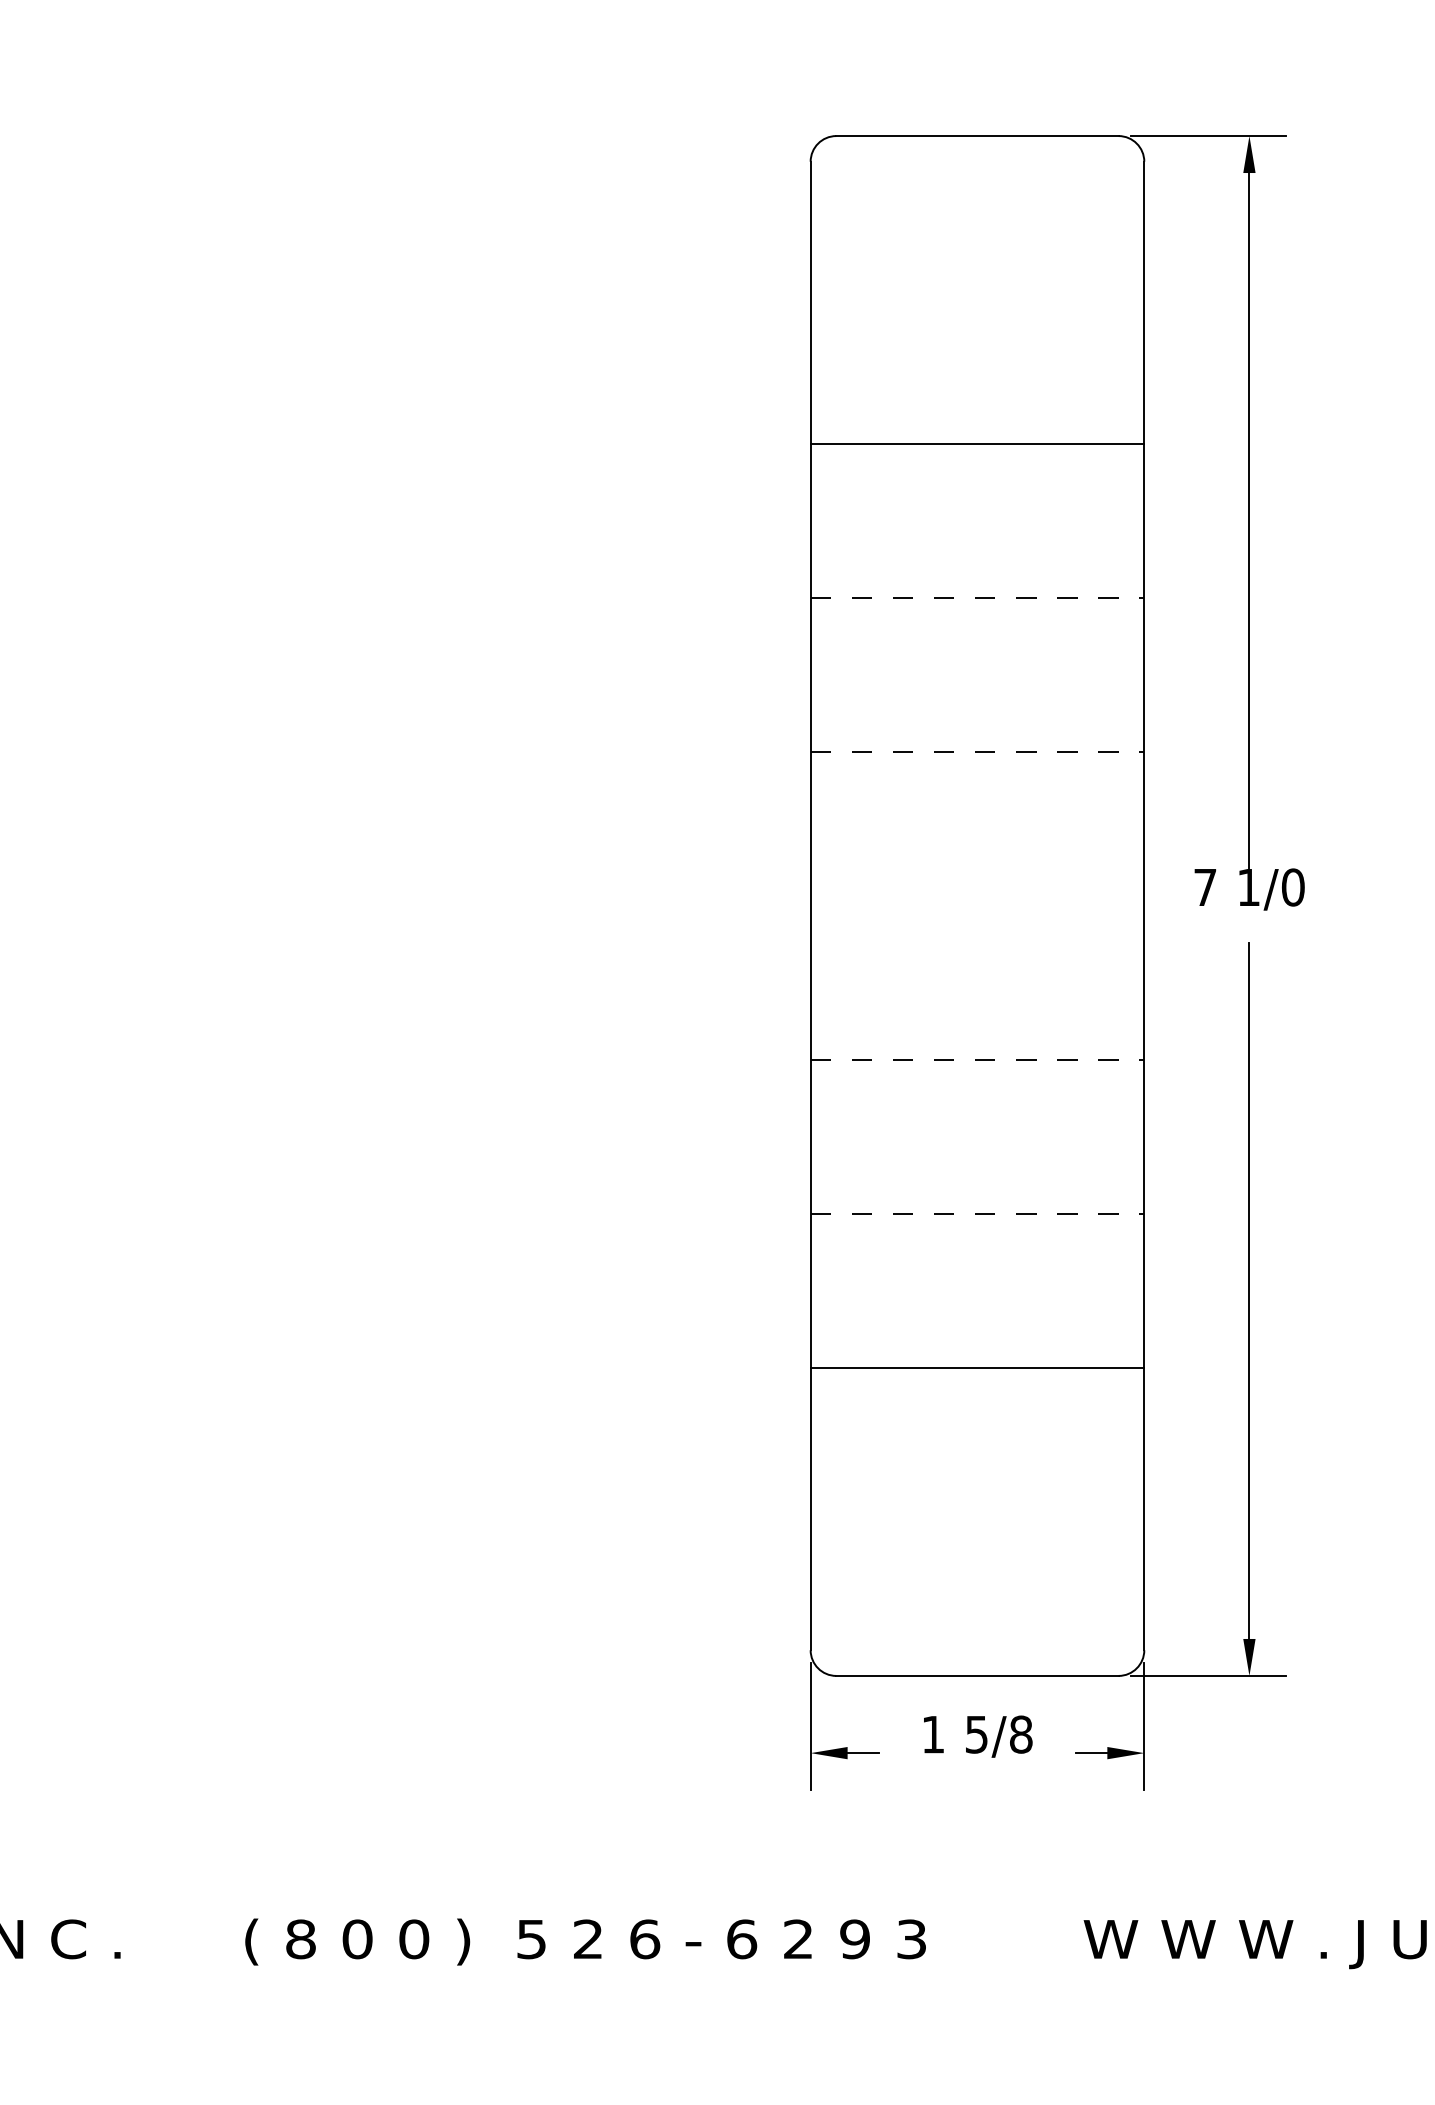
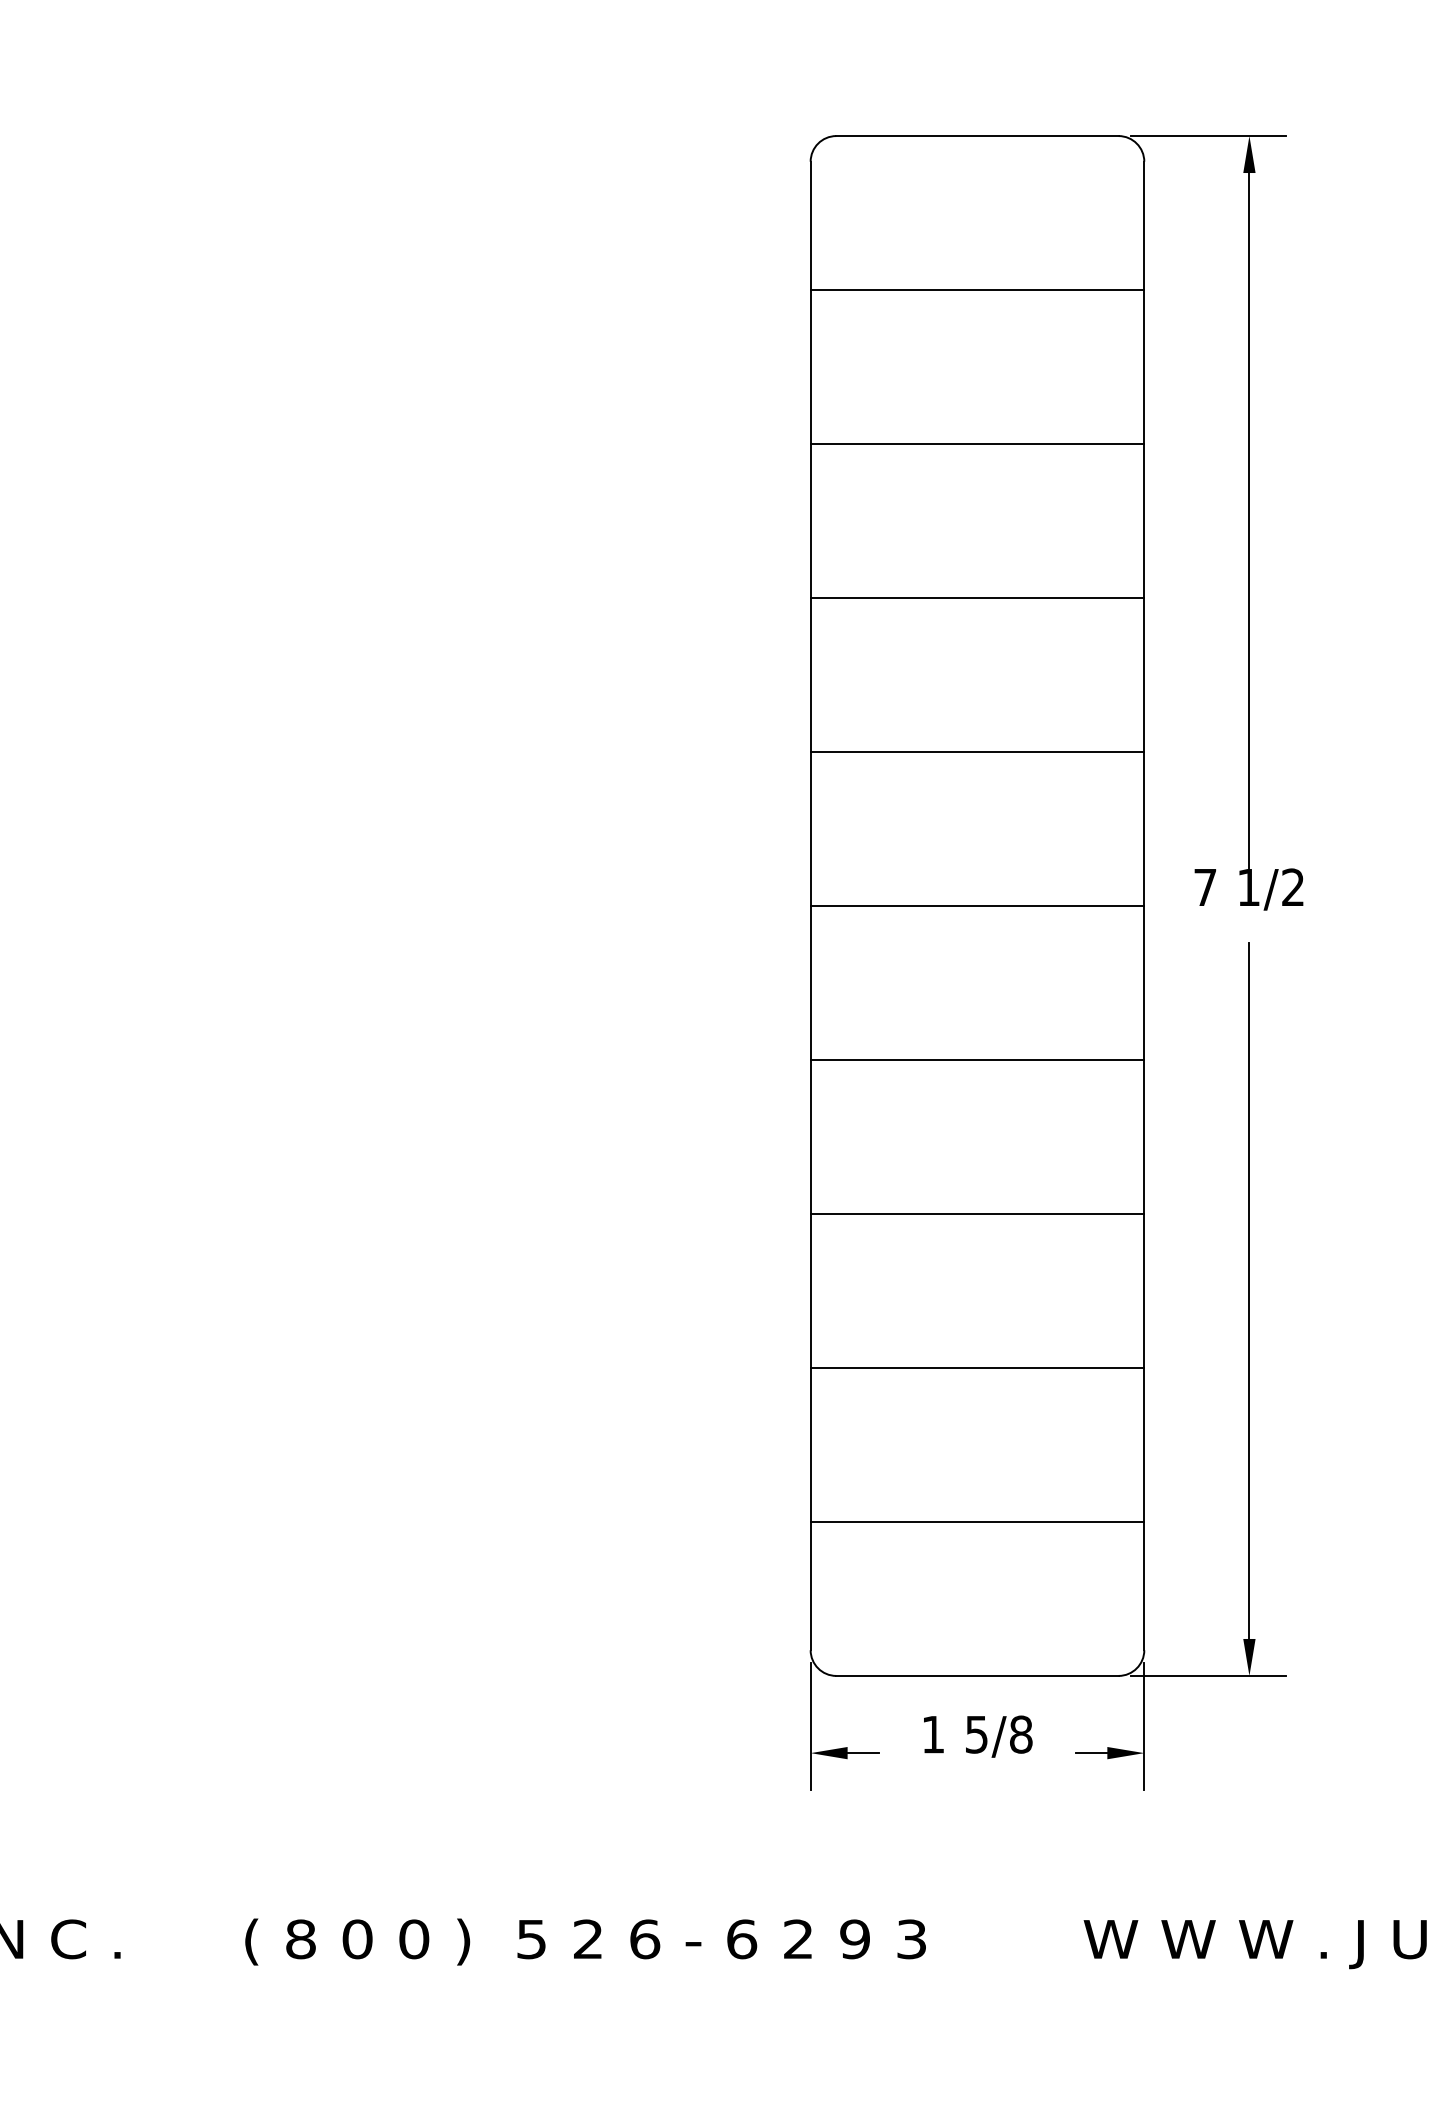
line at (977, 290): none -> present
line at (977, 598): dashed -> solid
line at (977, 752): dashed -> solid
text at (1292, 887): 1/0 -> 1/2
line at (977, 906): none -> present
line at (977, 1059): dashed -> solid
line at (977, 1213): dashed -> solid
line at (977, 1521): none -> present
